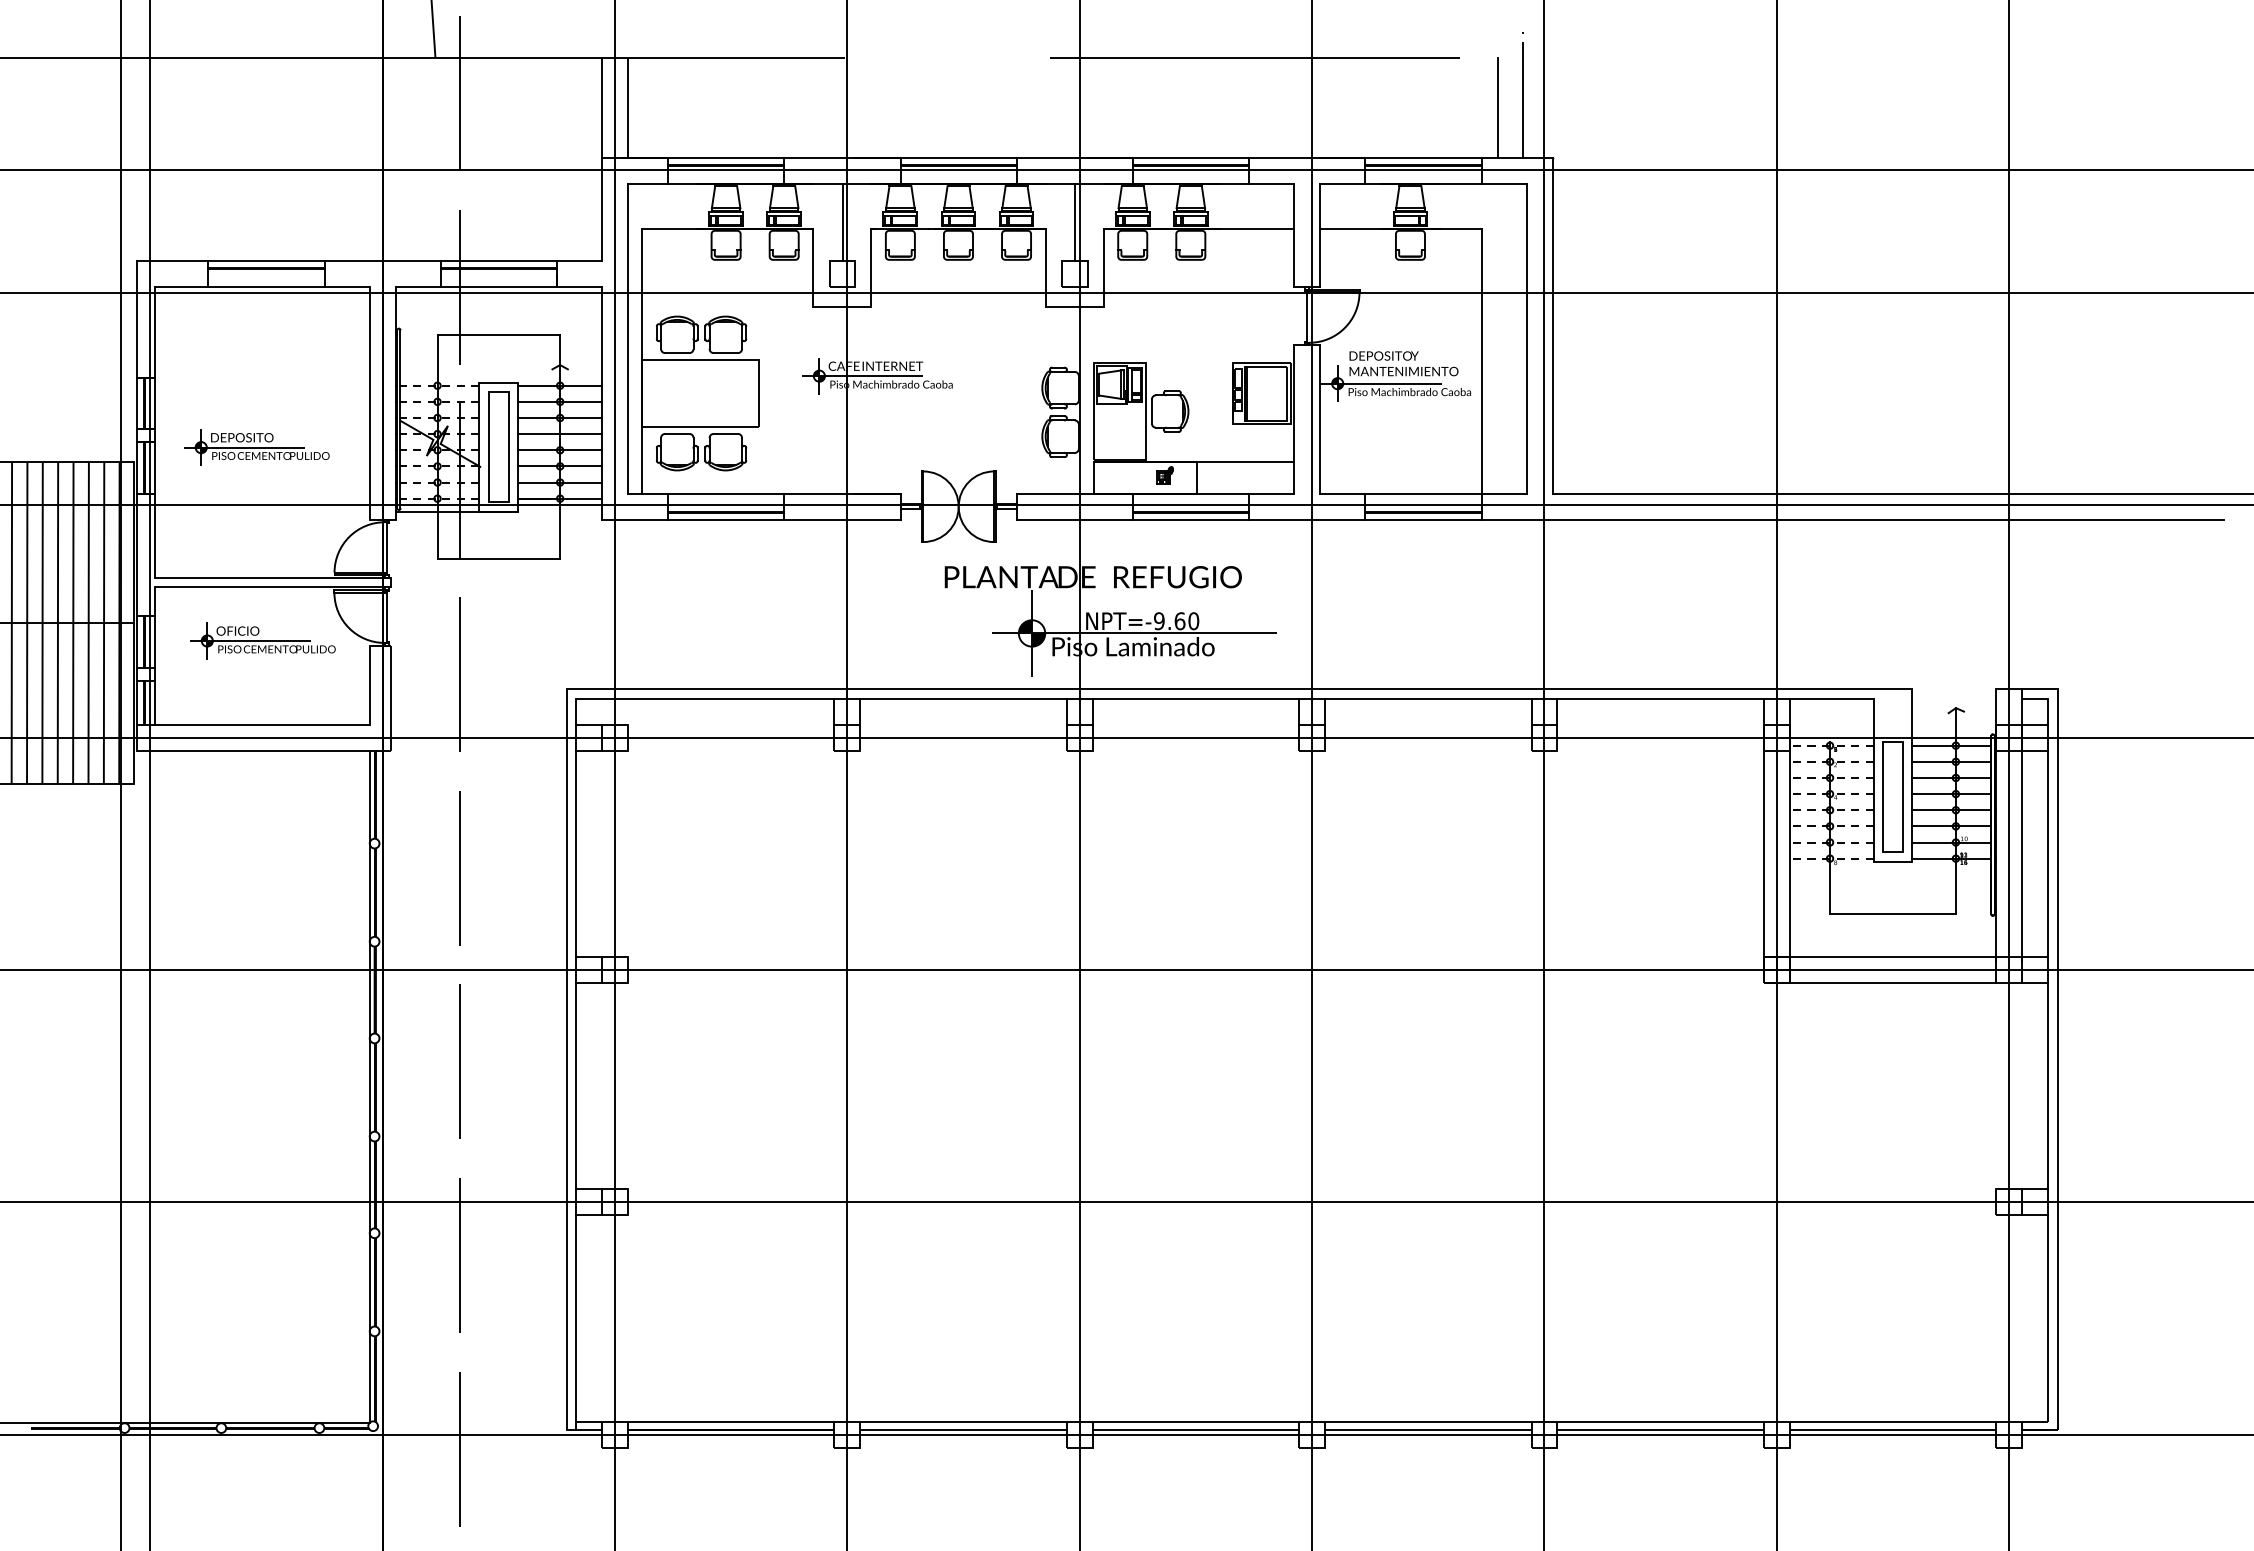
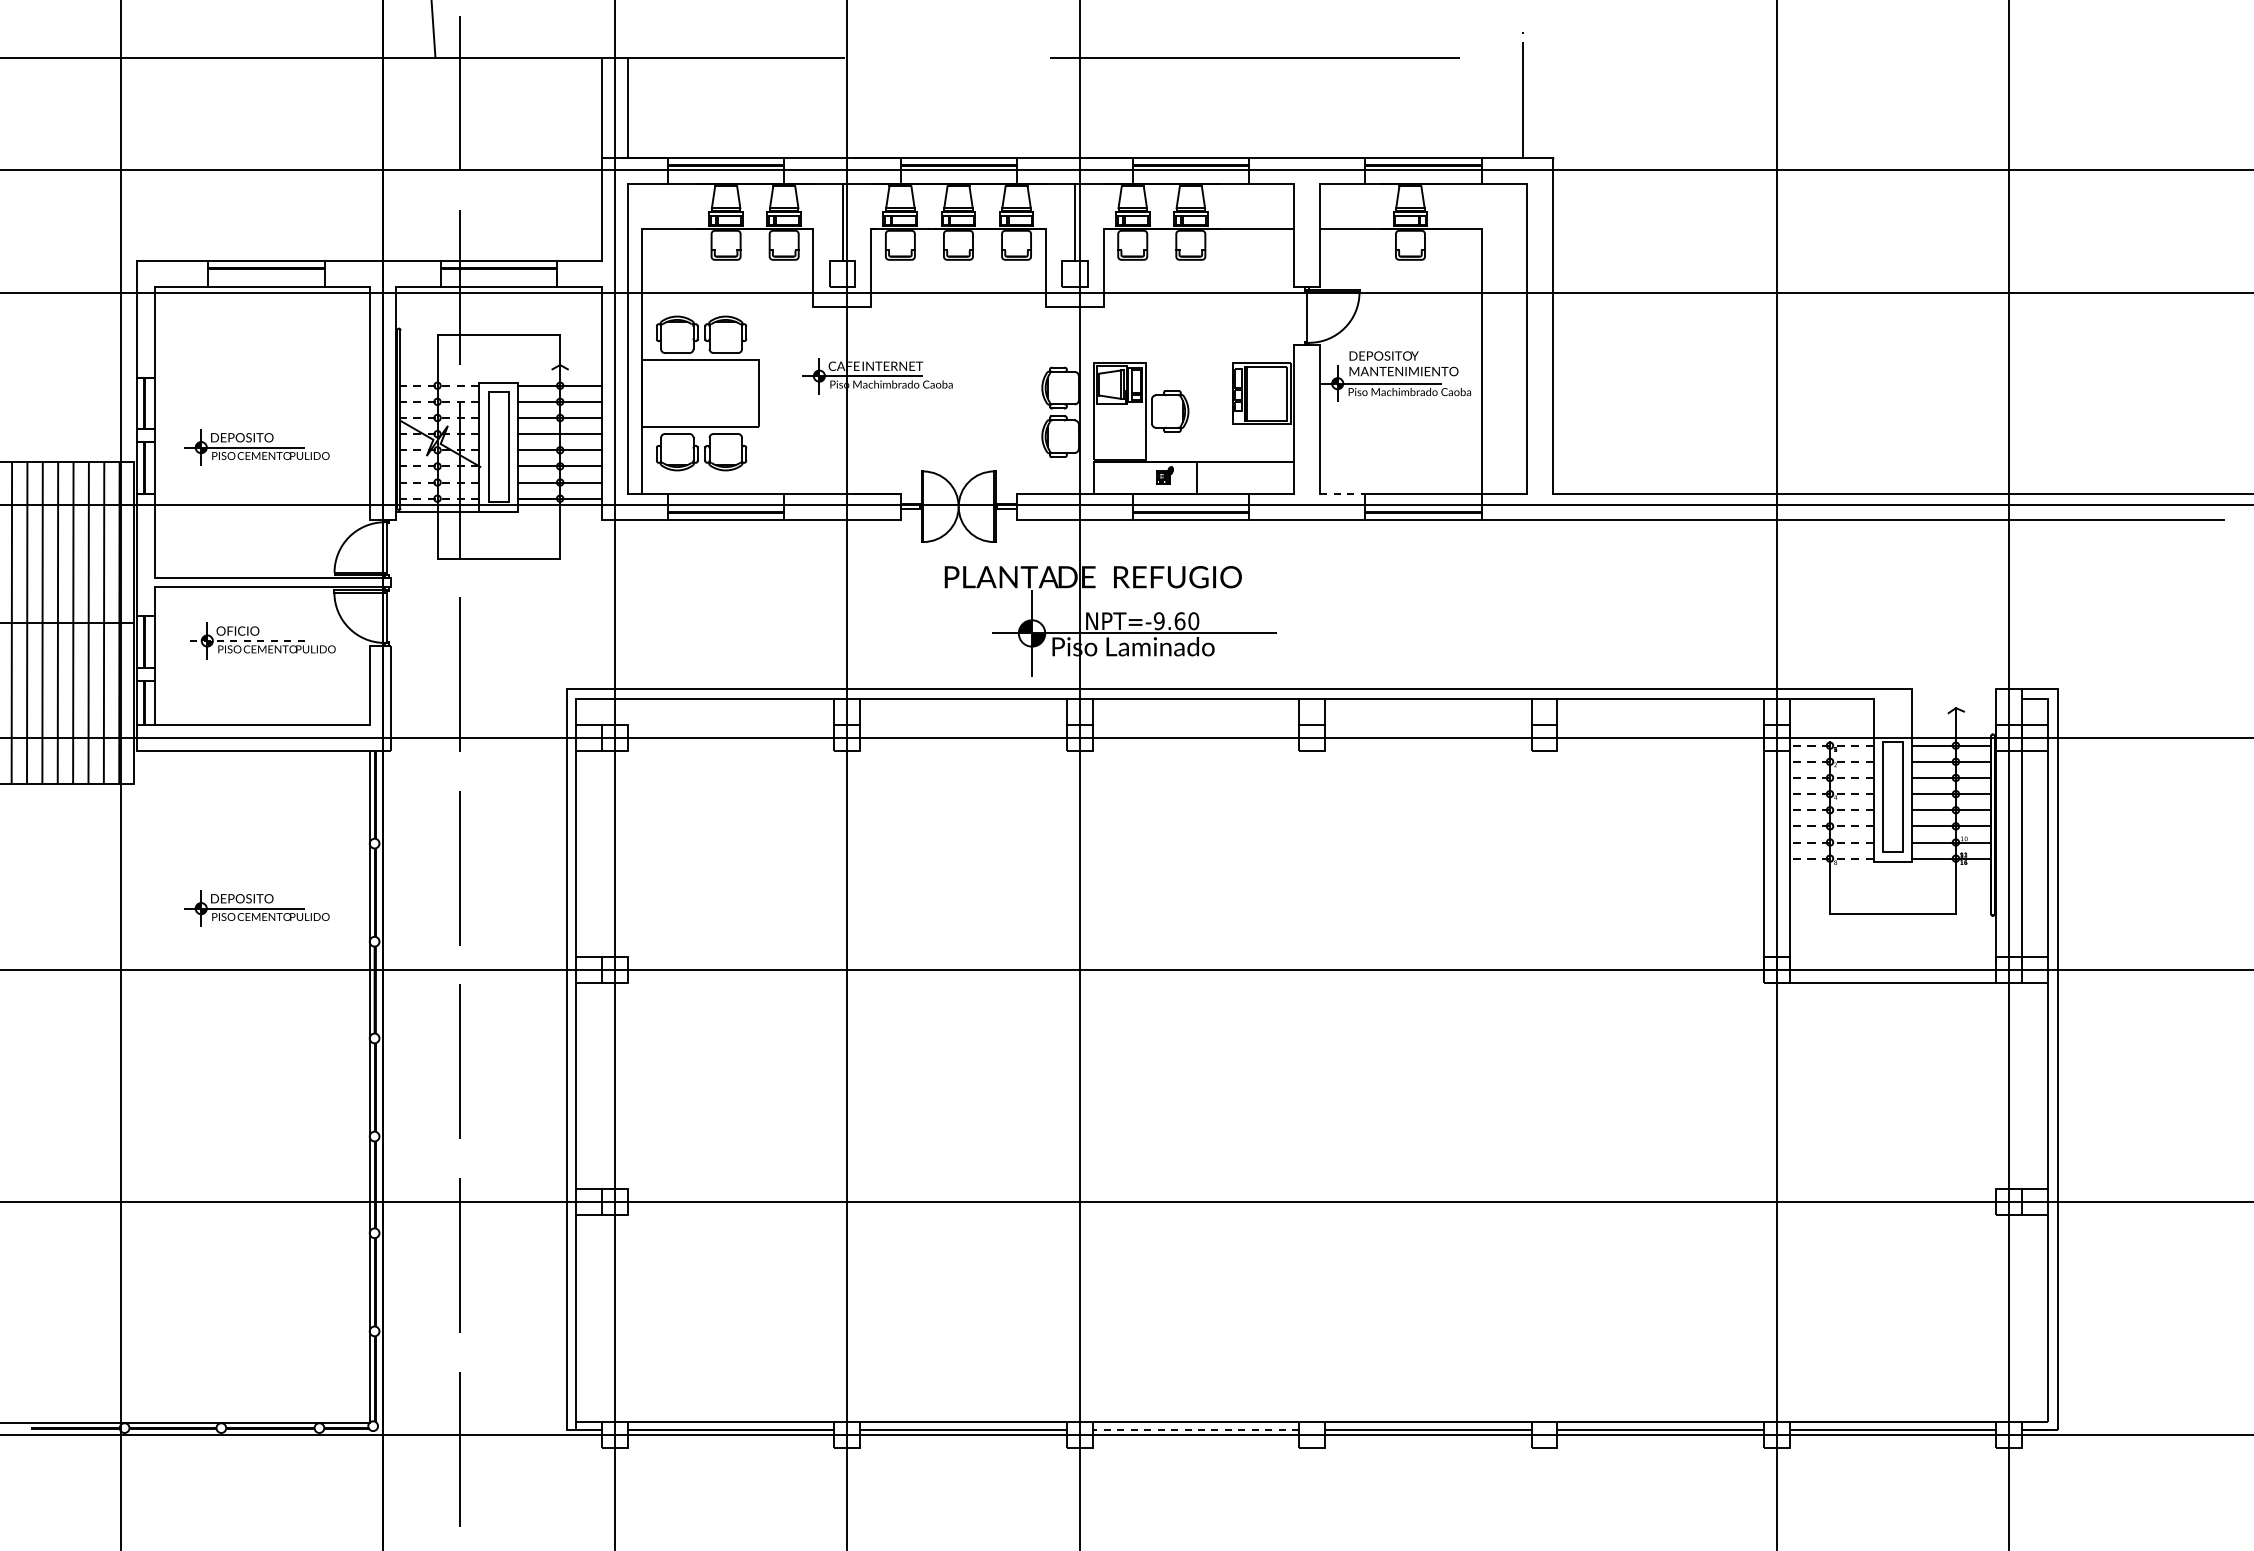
line at (1497, 108): present -> none
line at (1342, 493): solid -> dashed
line at (250, 641): solid -> dashed
line at (150, 774): present -> none
line at (1312, 774): present -> none
line at (1544, 774): present -> none
part at (256, 908): none -> present
line at (1892, 956): present -> none
line at (1195, 1429): solid -> dashed
